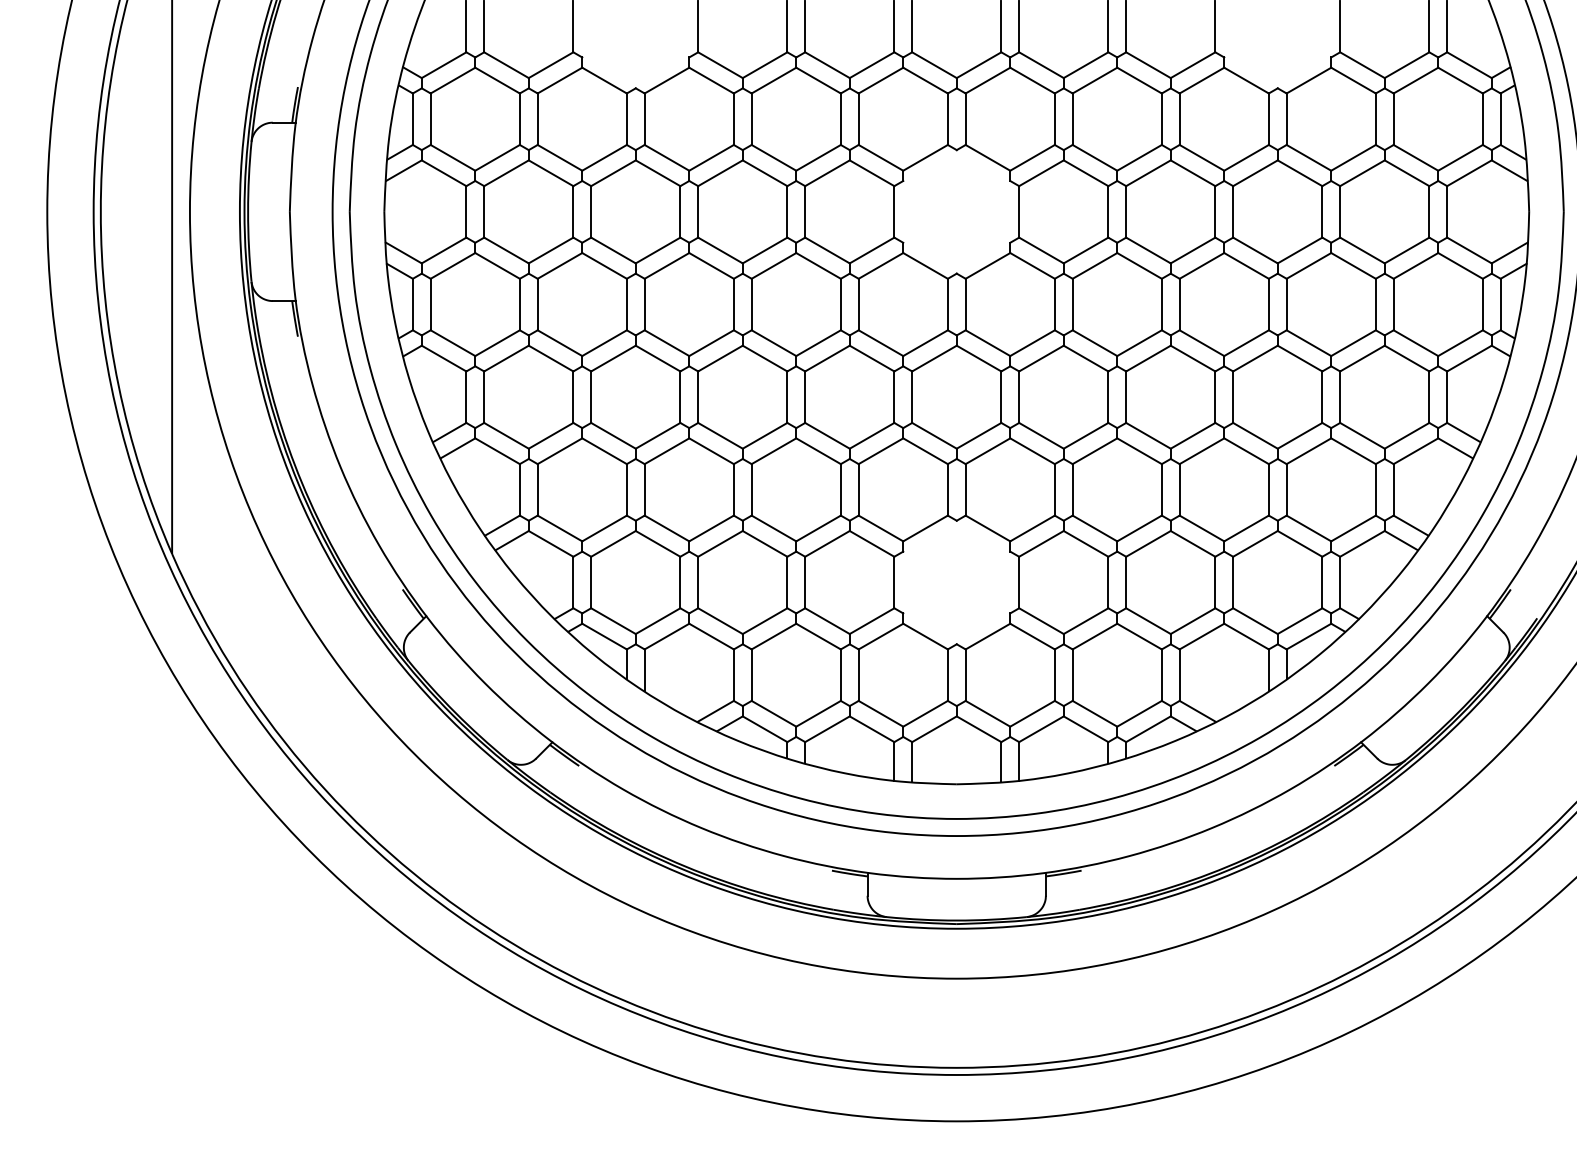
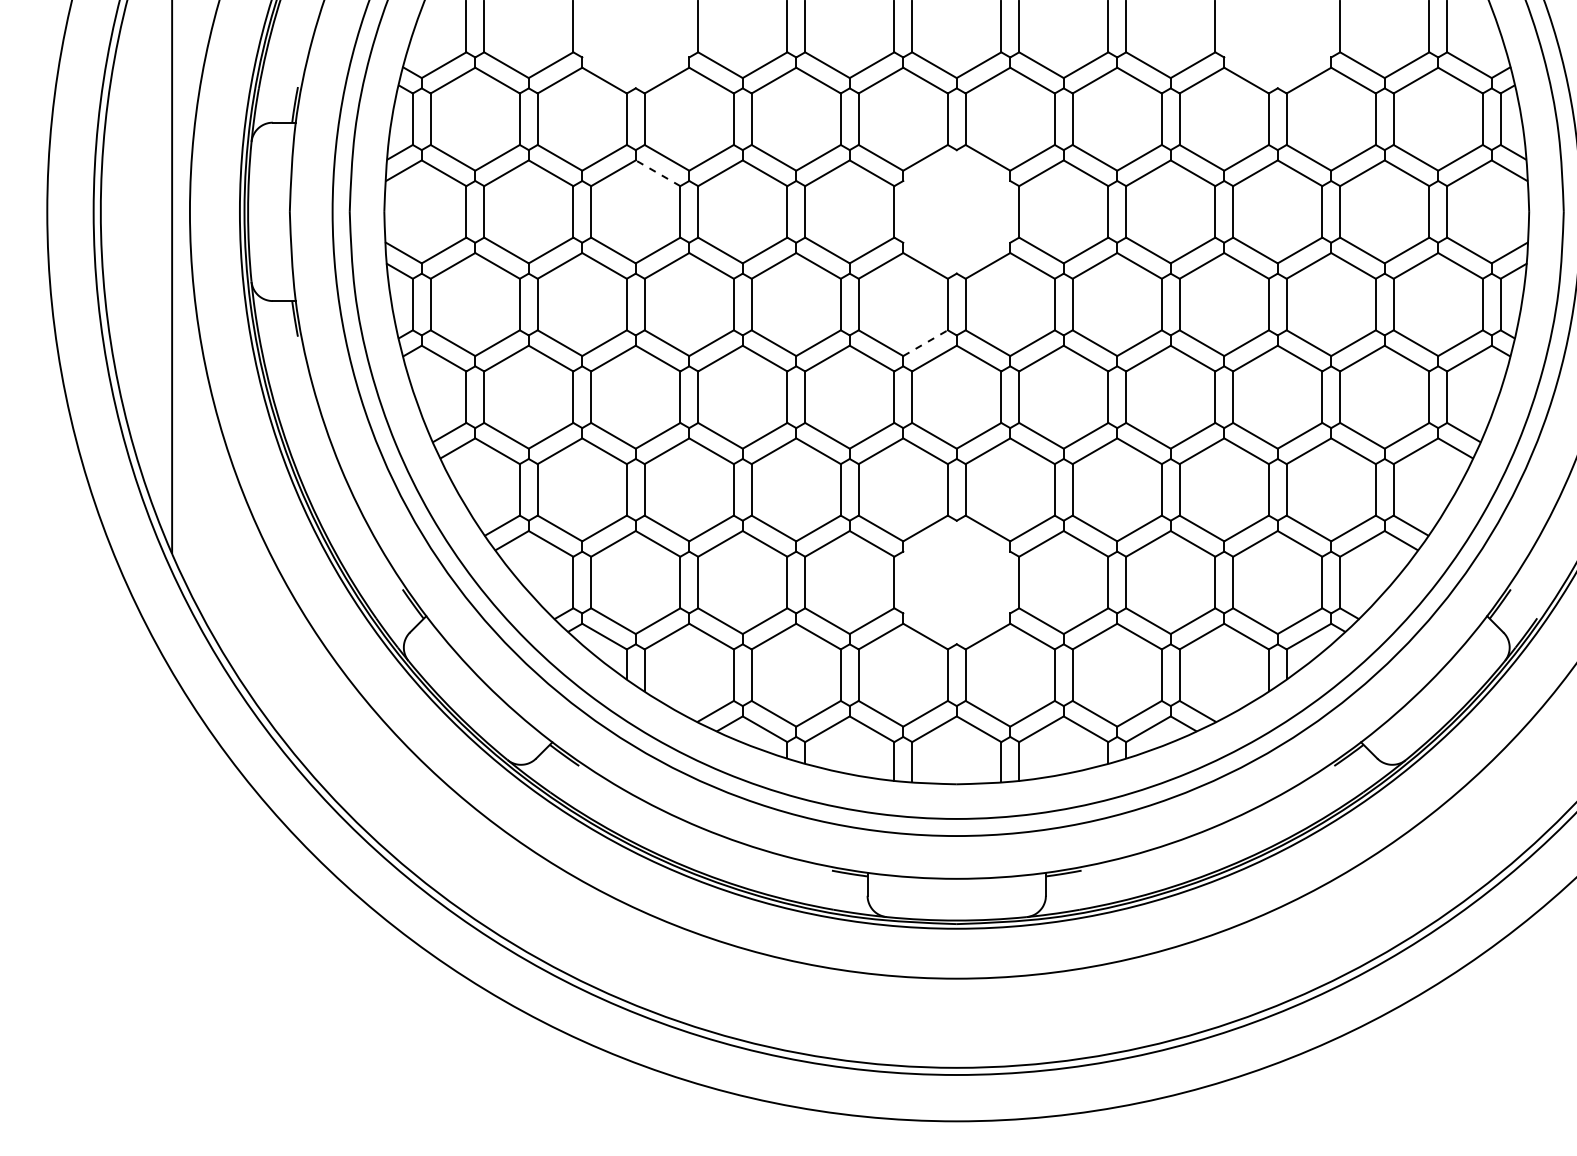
line at (658, 173): solid -> dashed
line at (925, 343): solid -> dashed
